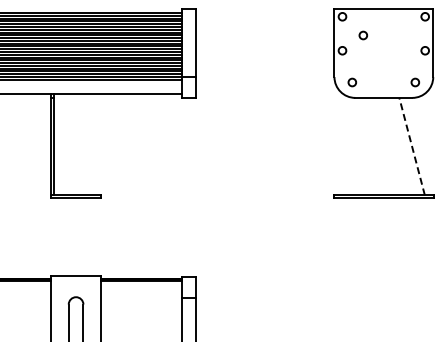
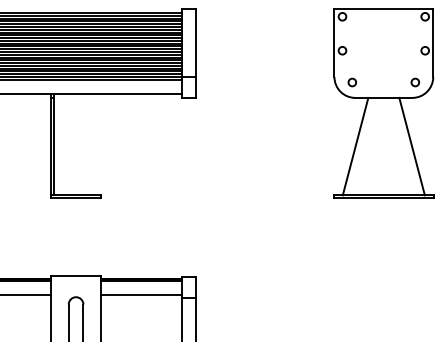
circle at (363, 35): present -> none
line at (355, 146): none -> present
line at (411, 146): dashed -> solid
line at (26, 294): none -> present
line at (141, 294): none -> present
